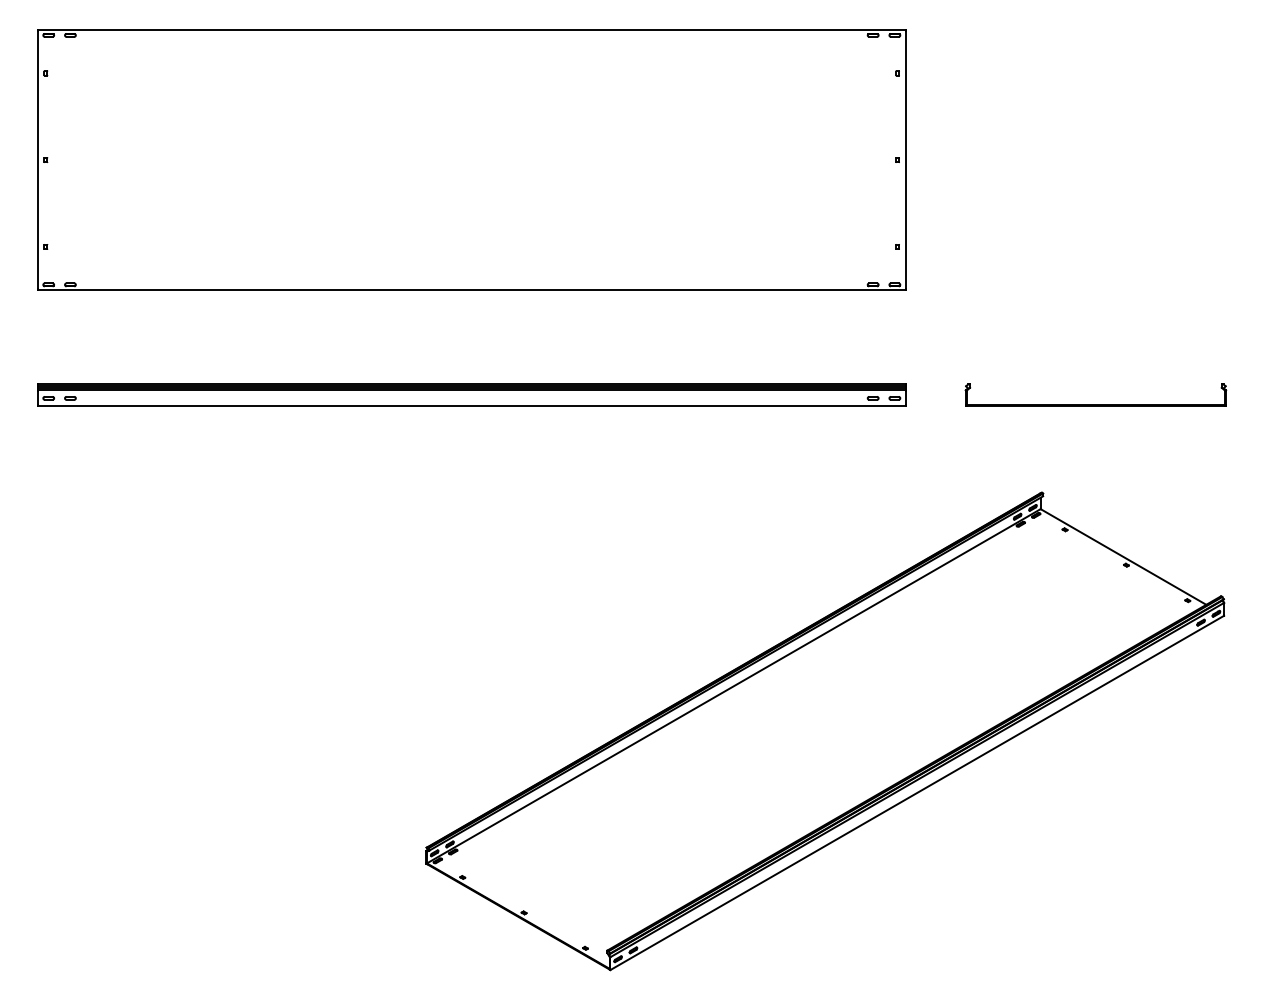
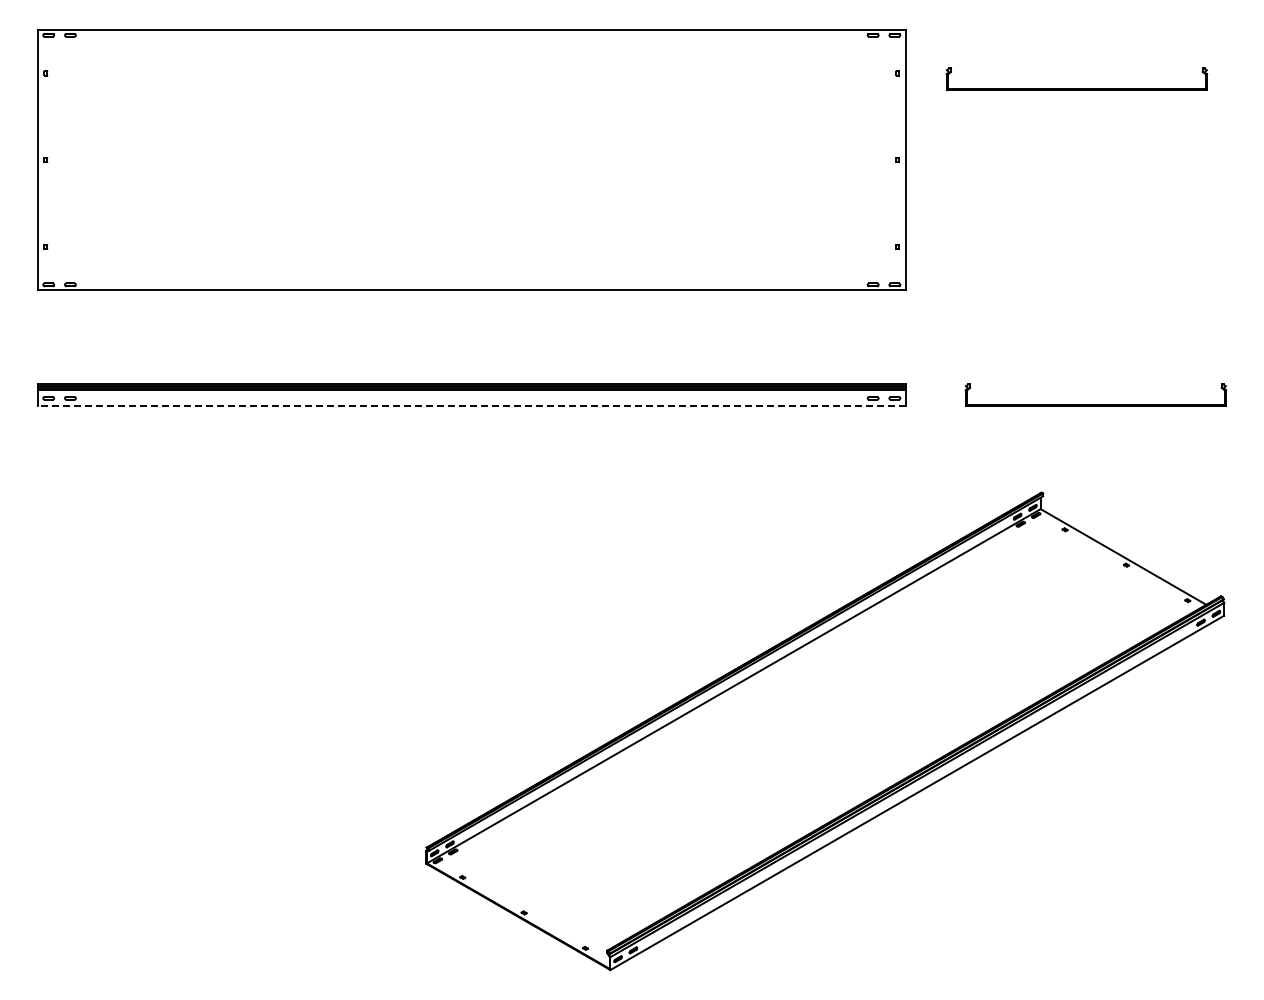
part at (1076, 88): none -> present
line at (471, 406): solid -> dashed
